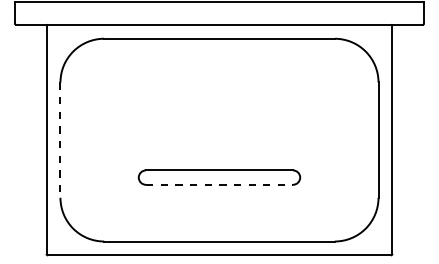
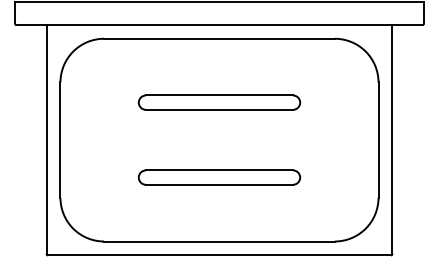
part at (219, 102): none -> present
line at (60, 140): dashed -> solid
line at (219, 184): dashed -> solid
